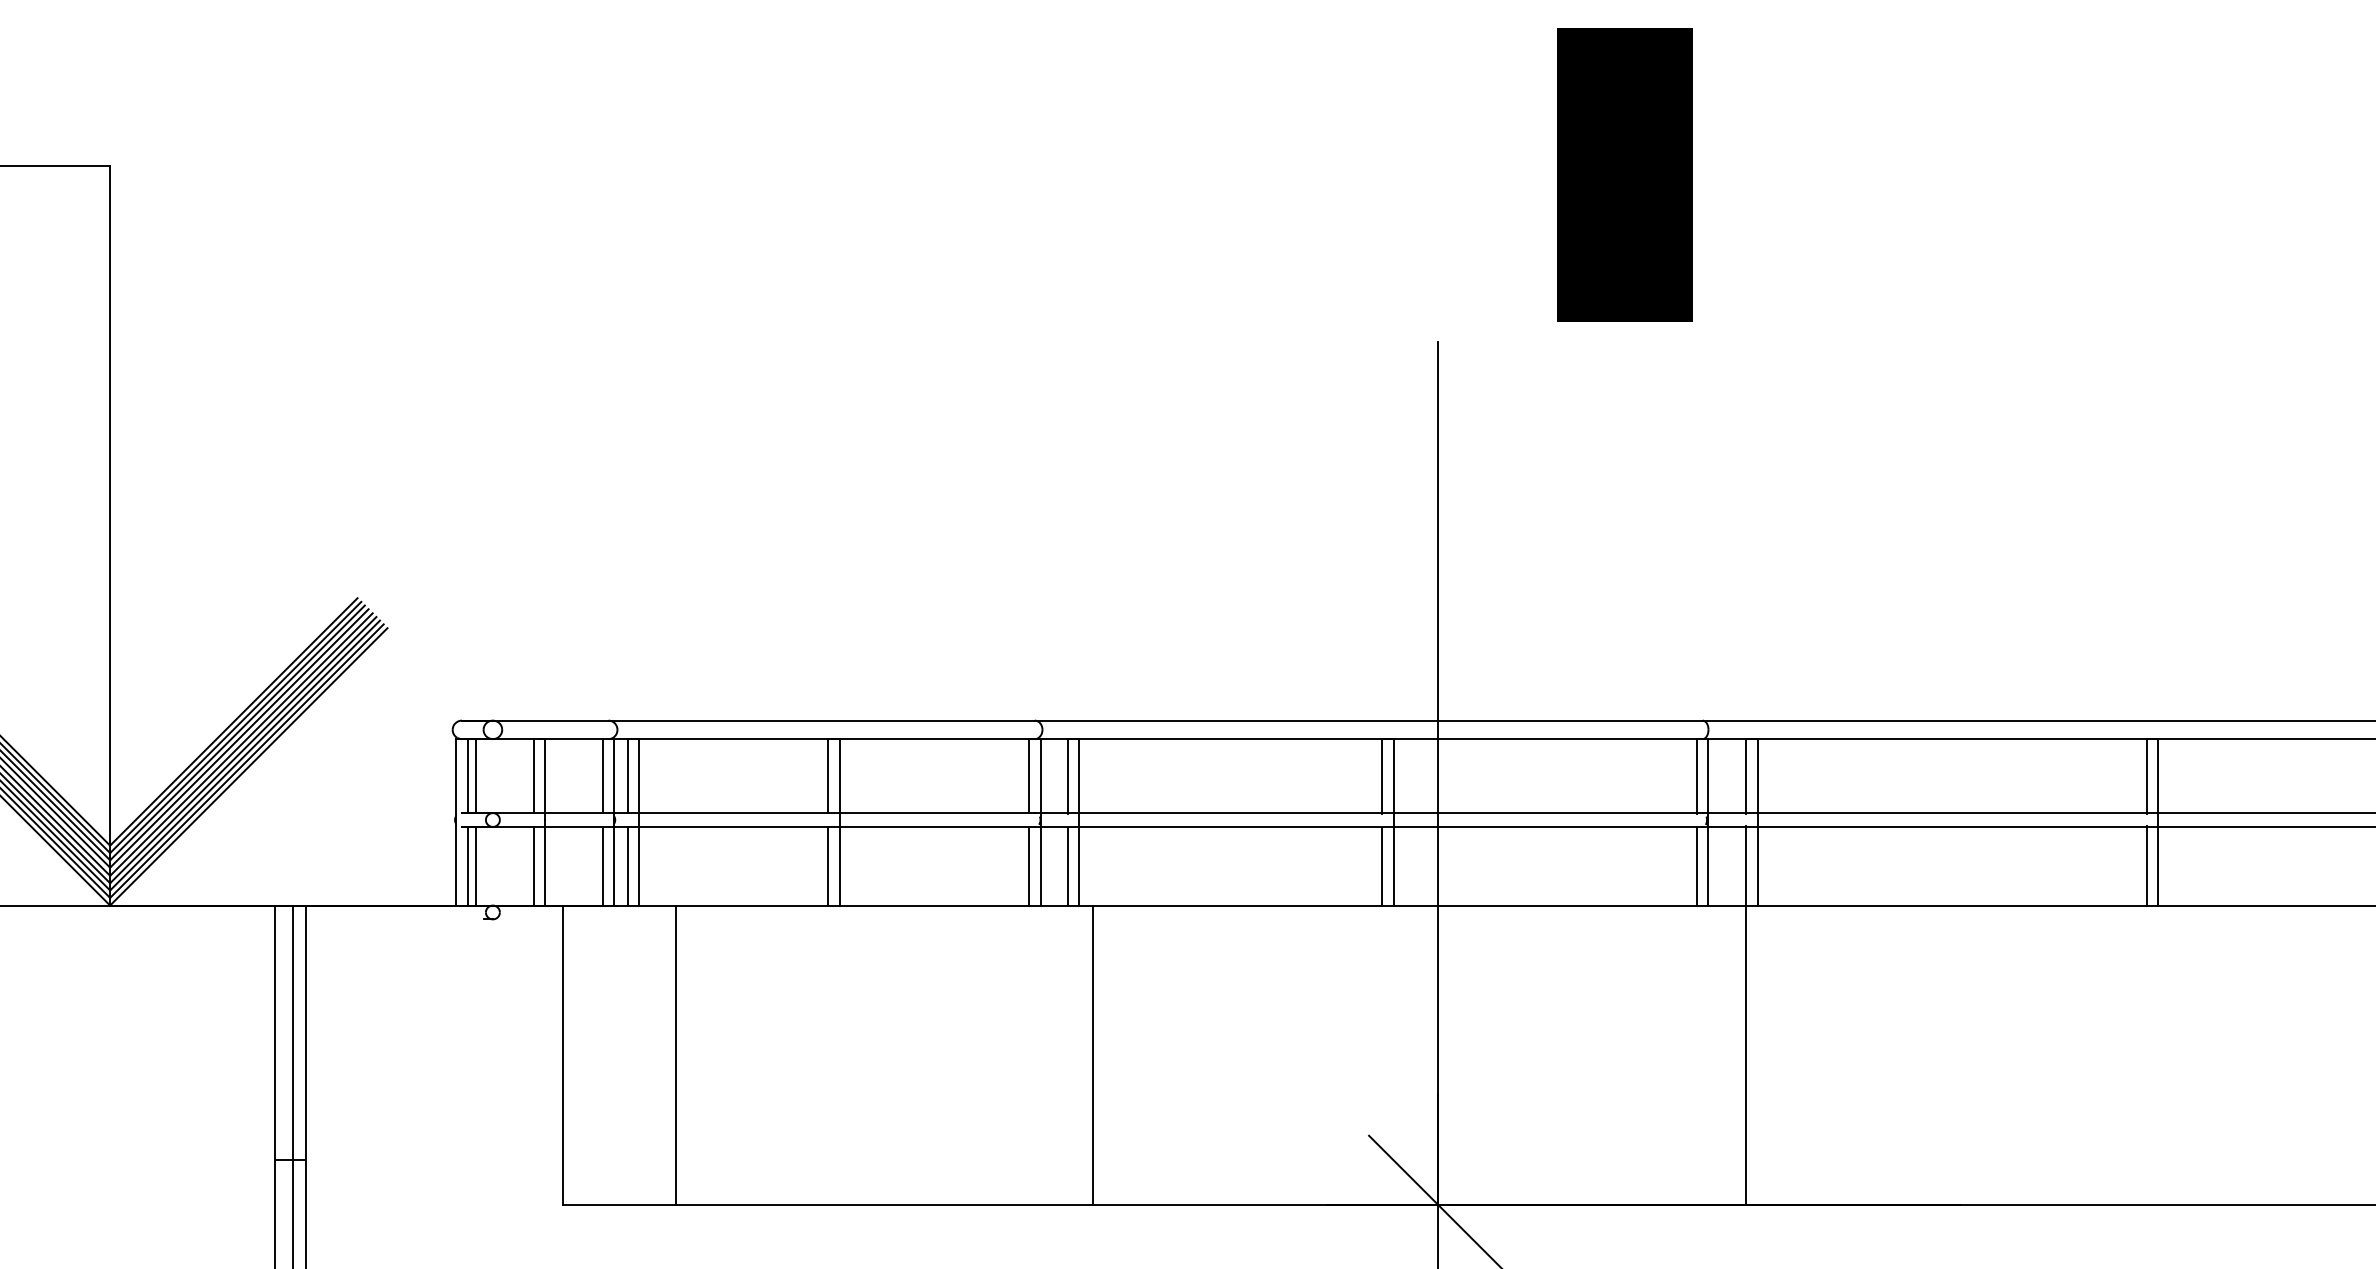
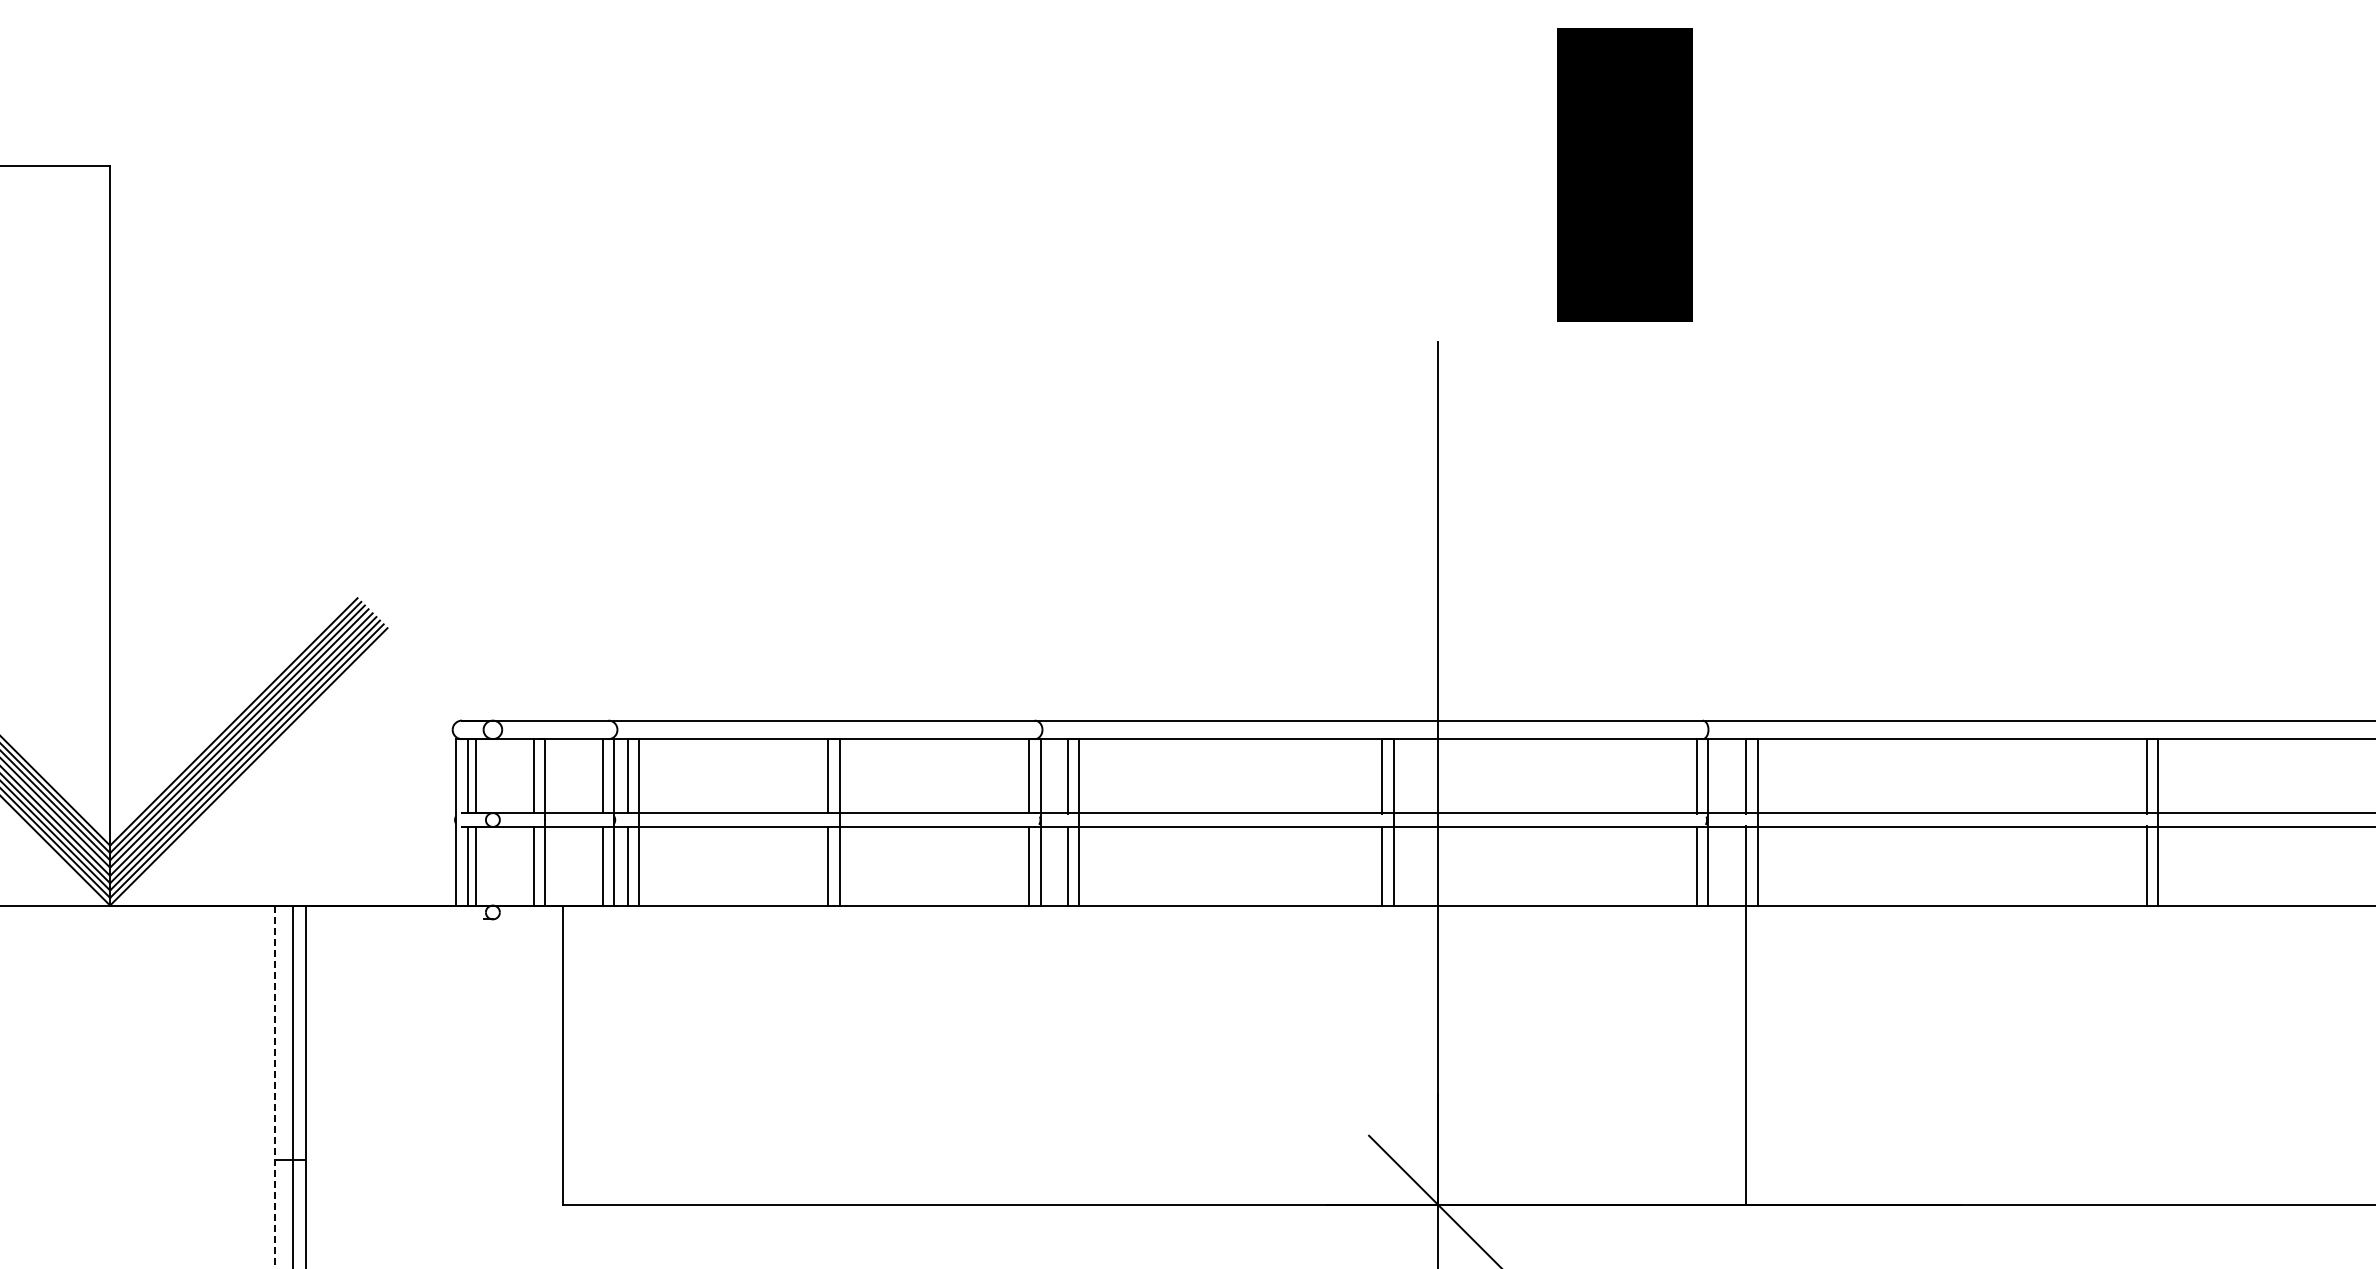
line at (675, 1055): present -> none
line at (1092, 1055): present -> none
line at (275, 1087): solid -> dashed
